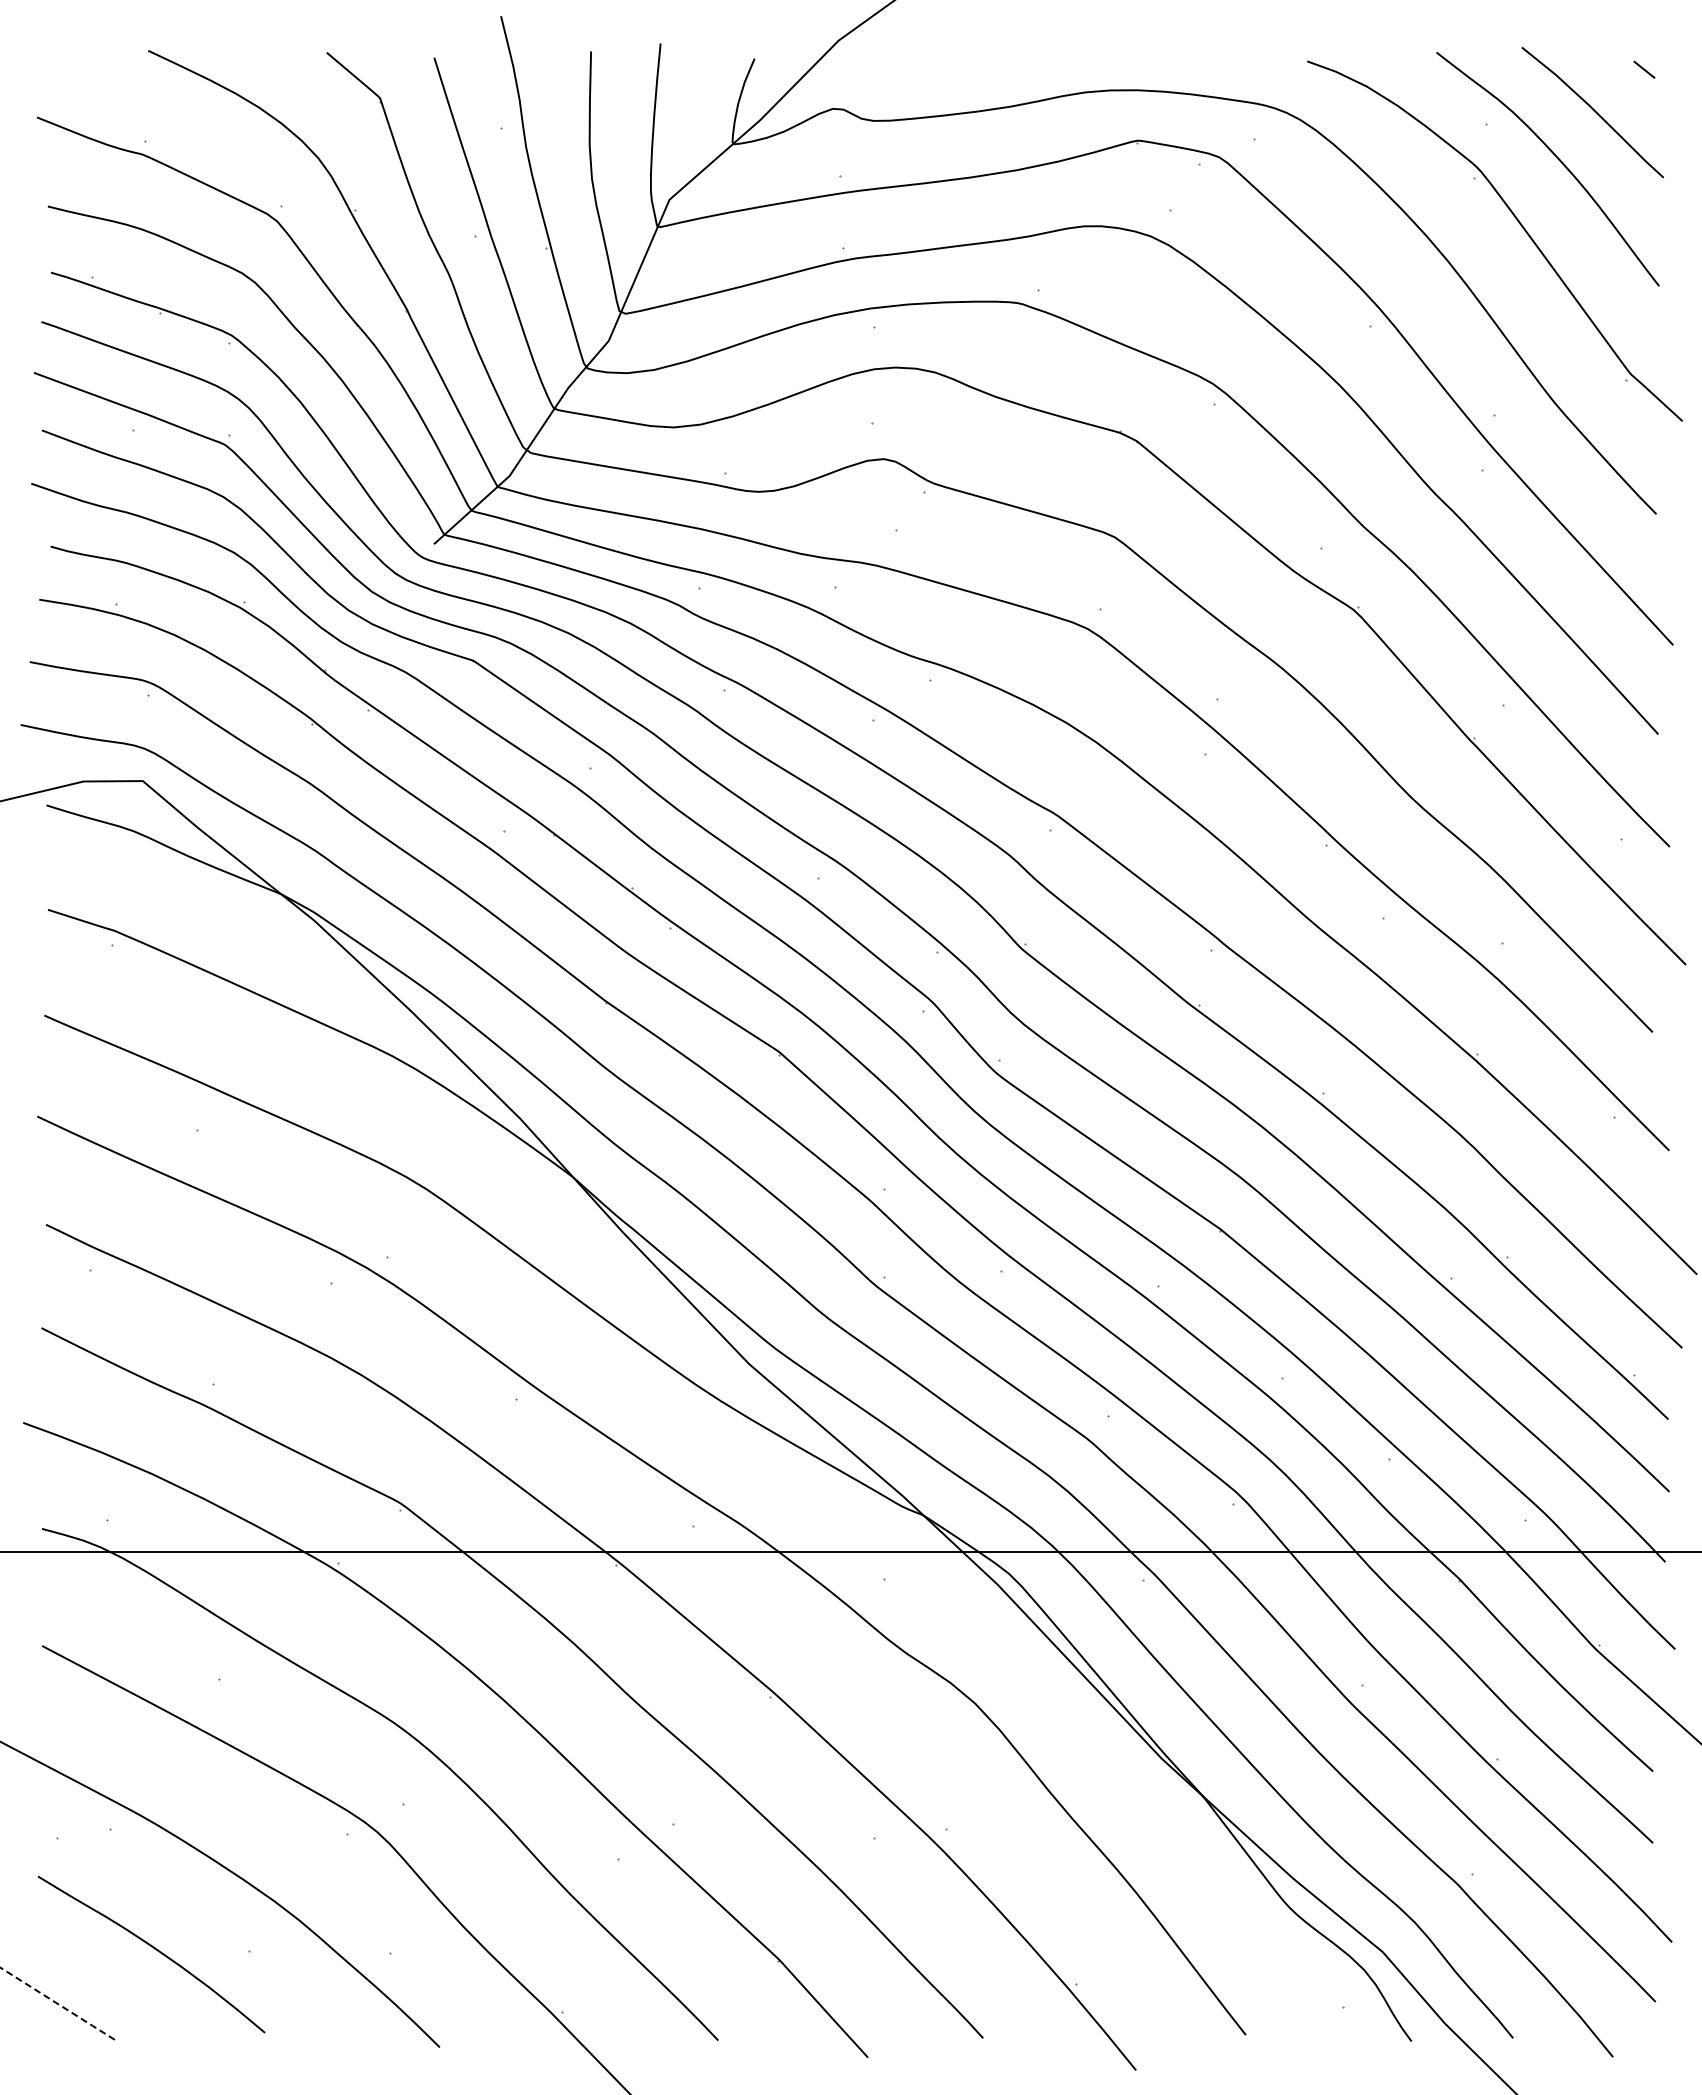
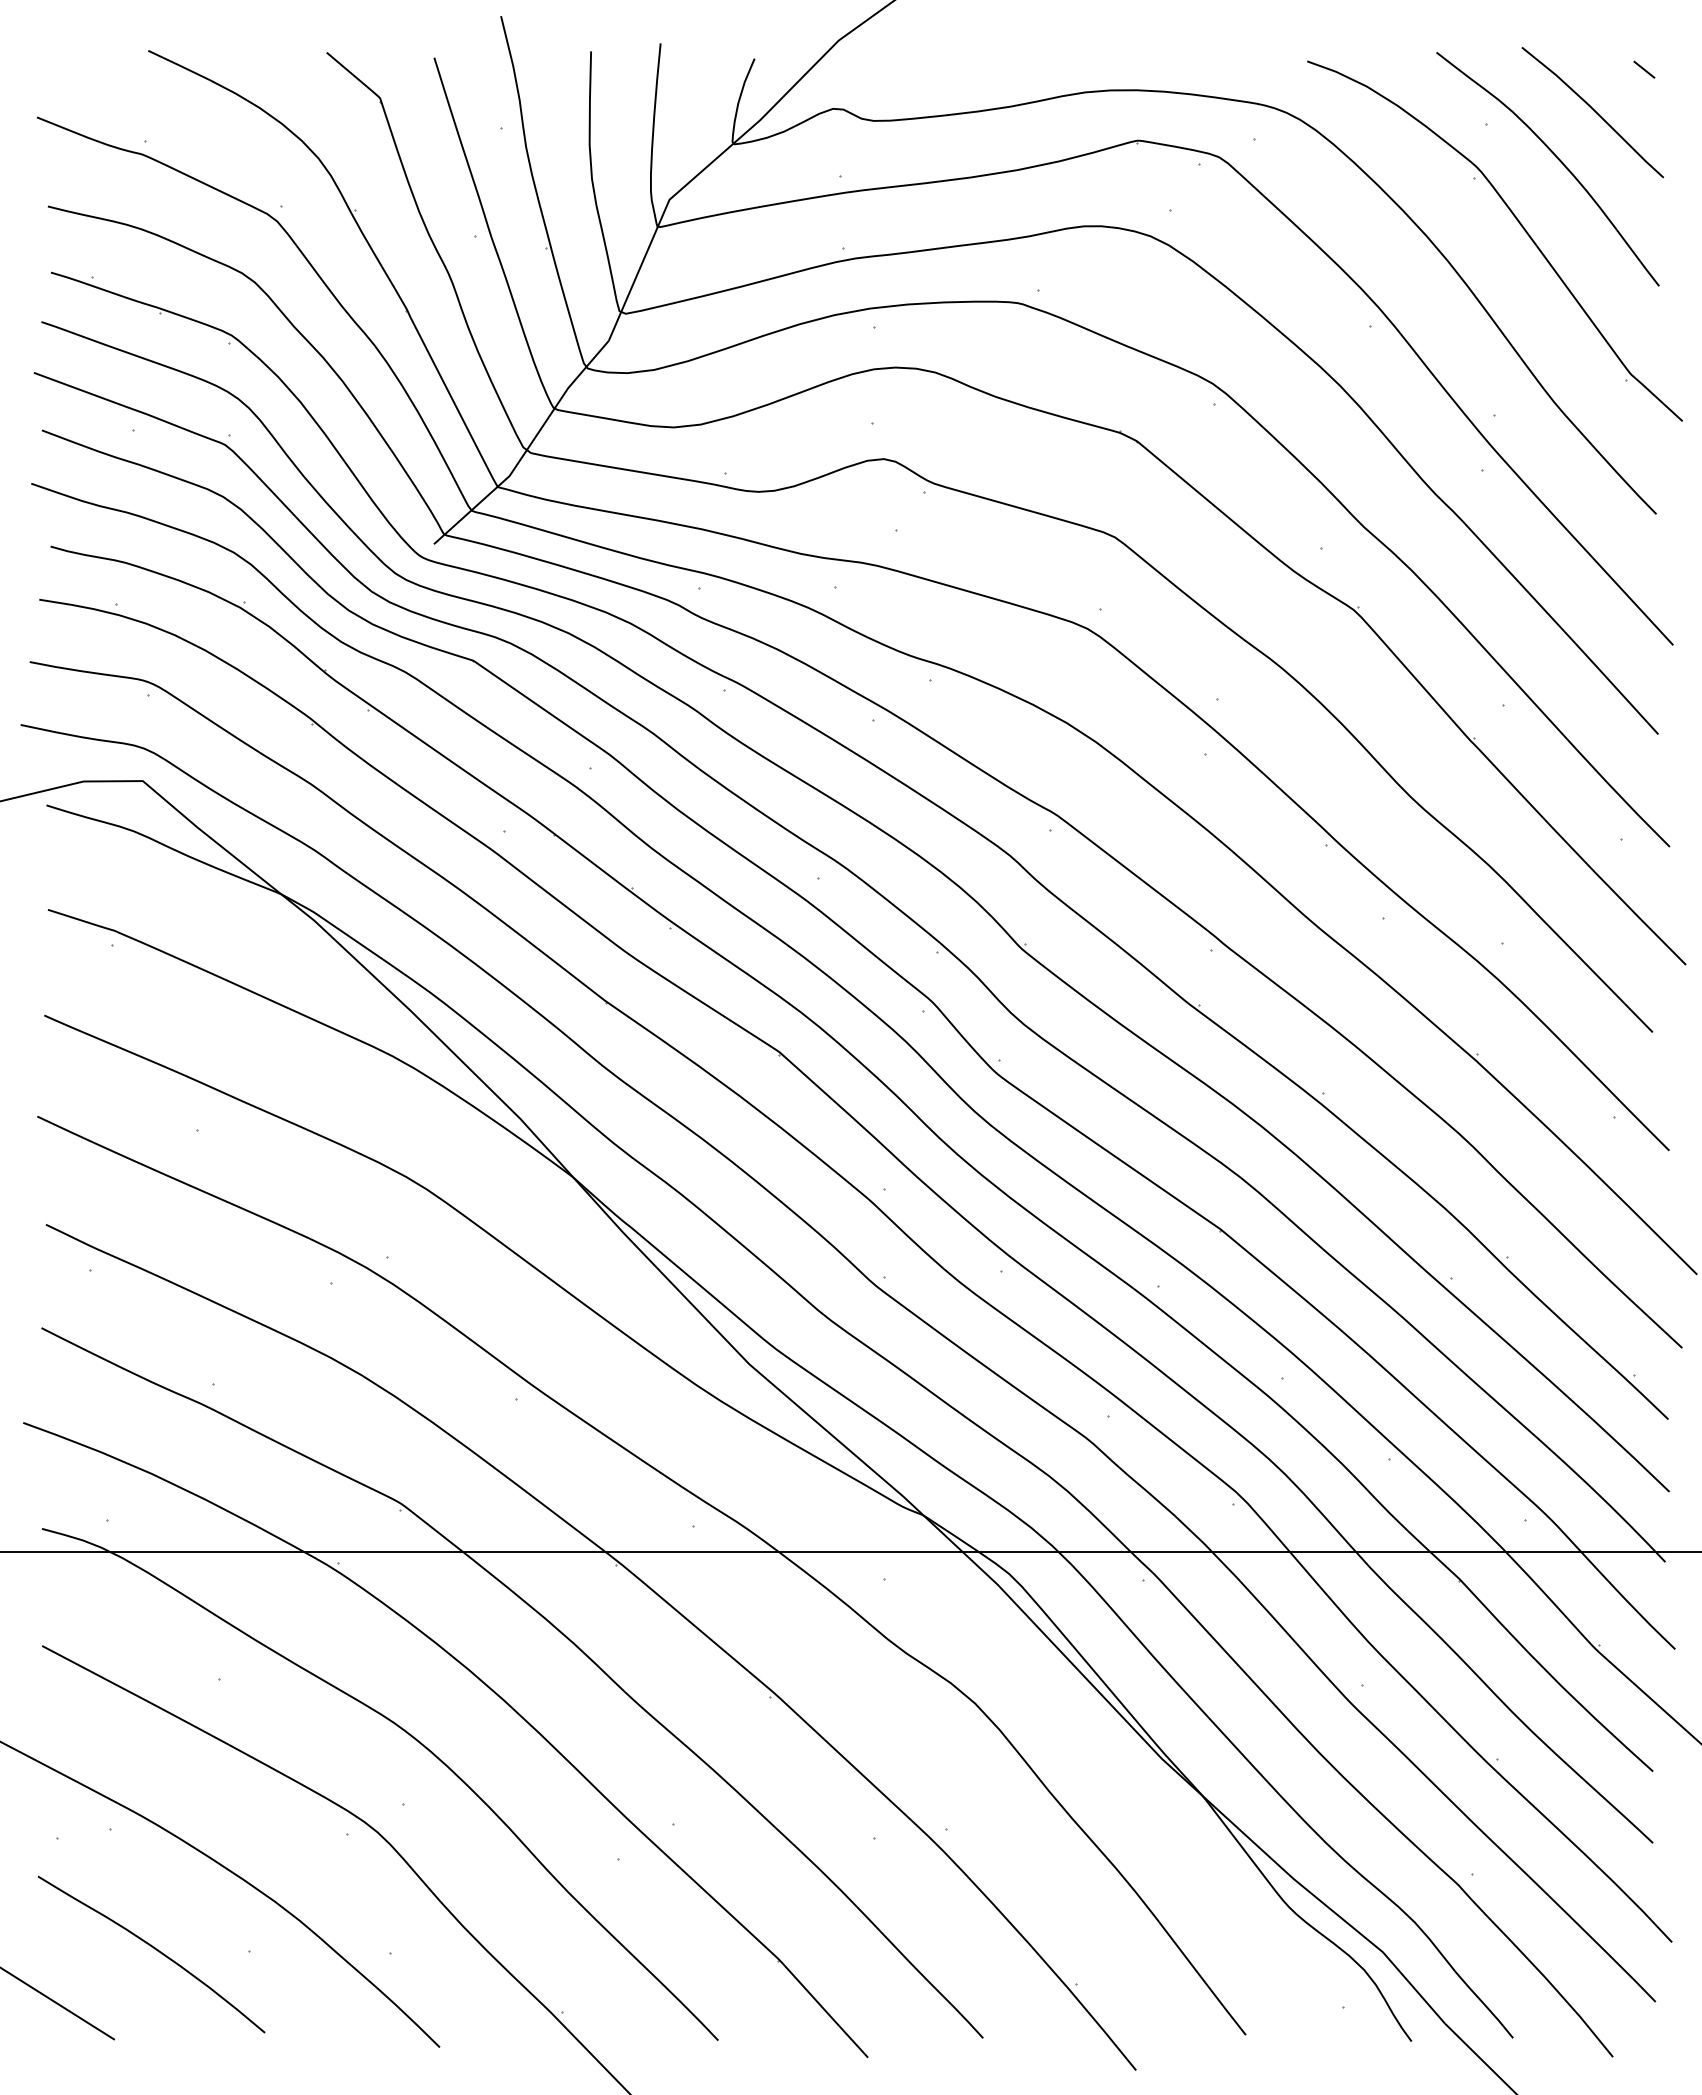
line at (58, 2004): dashed -> solid
